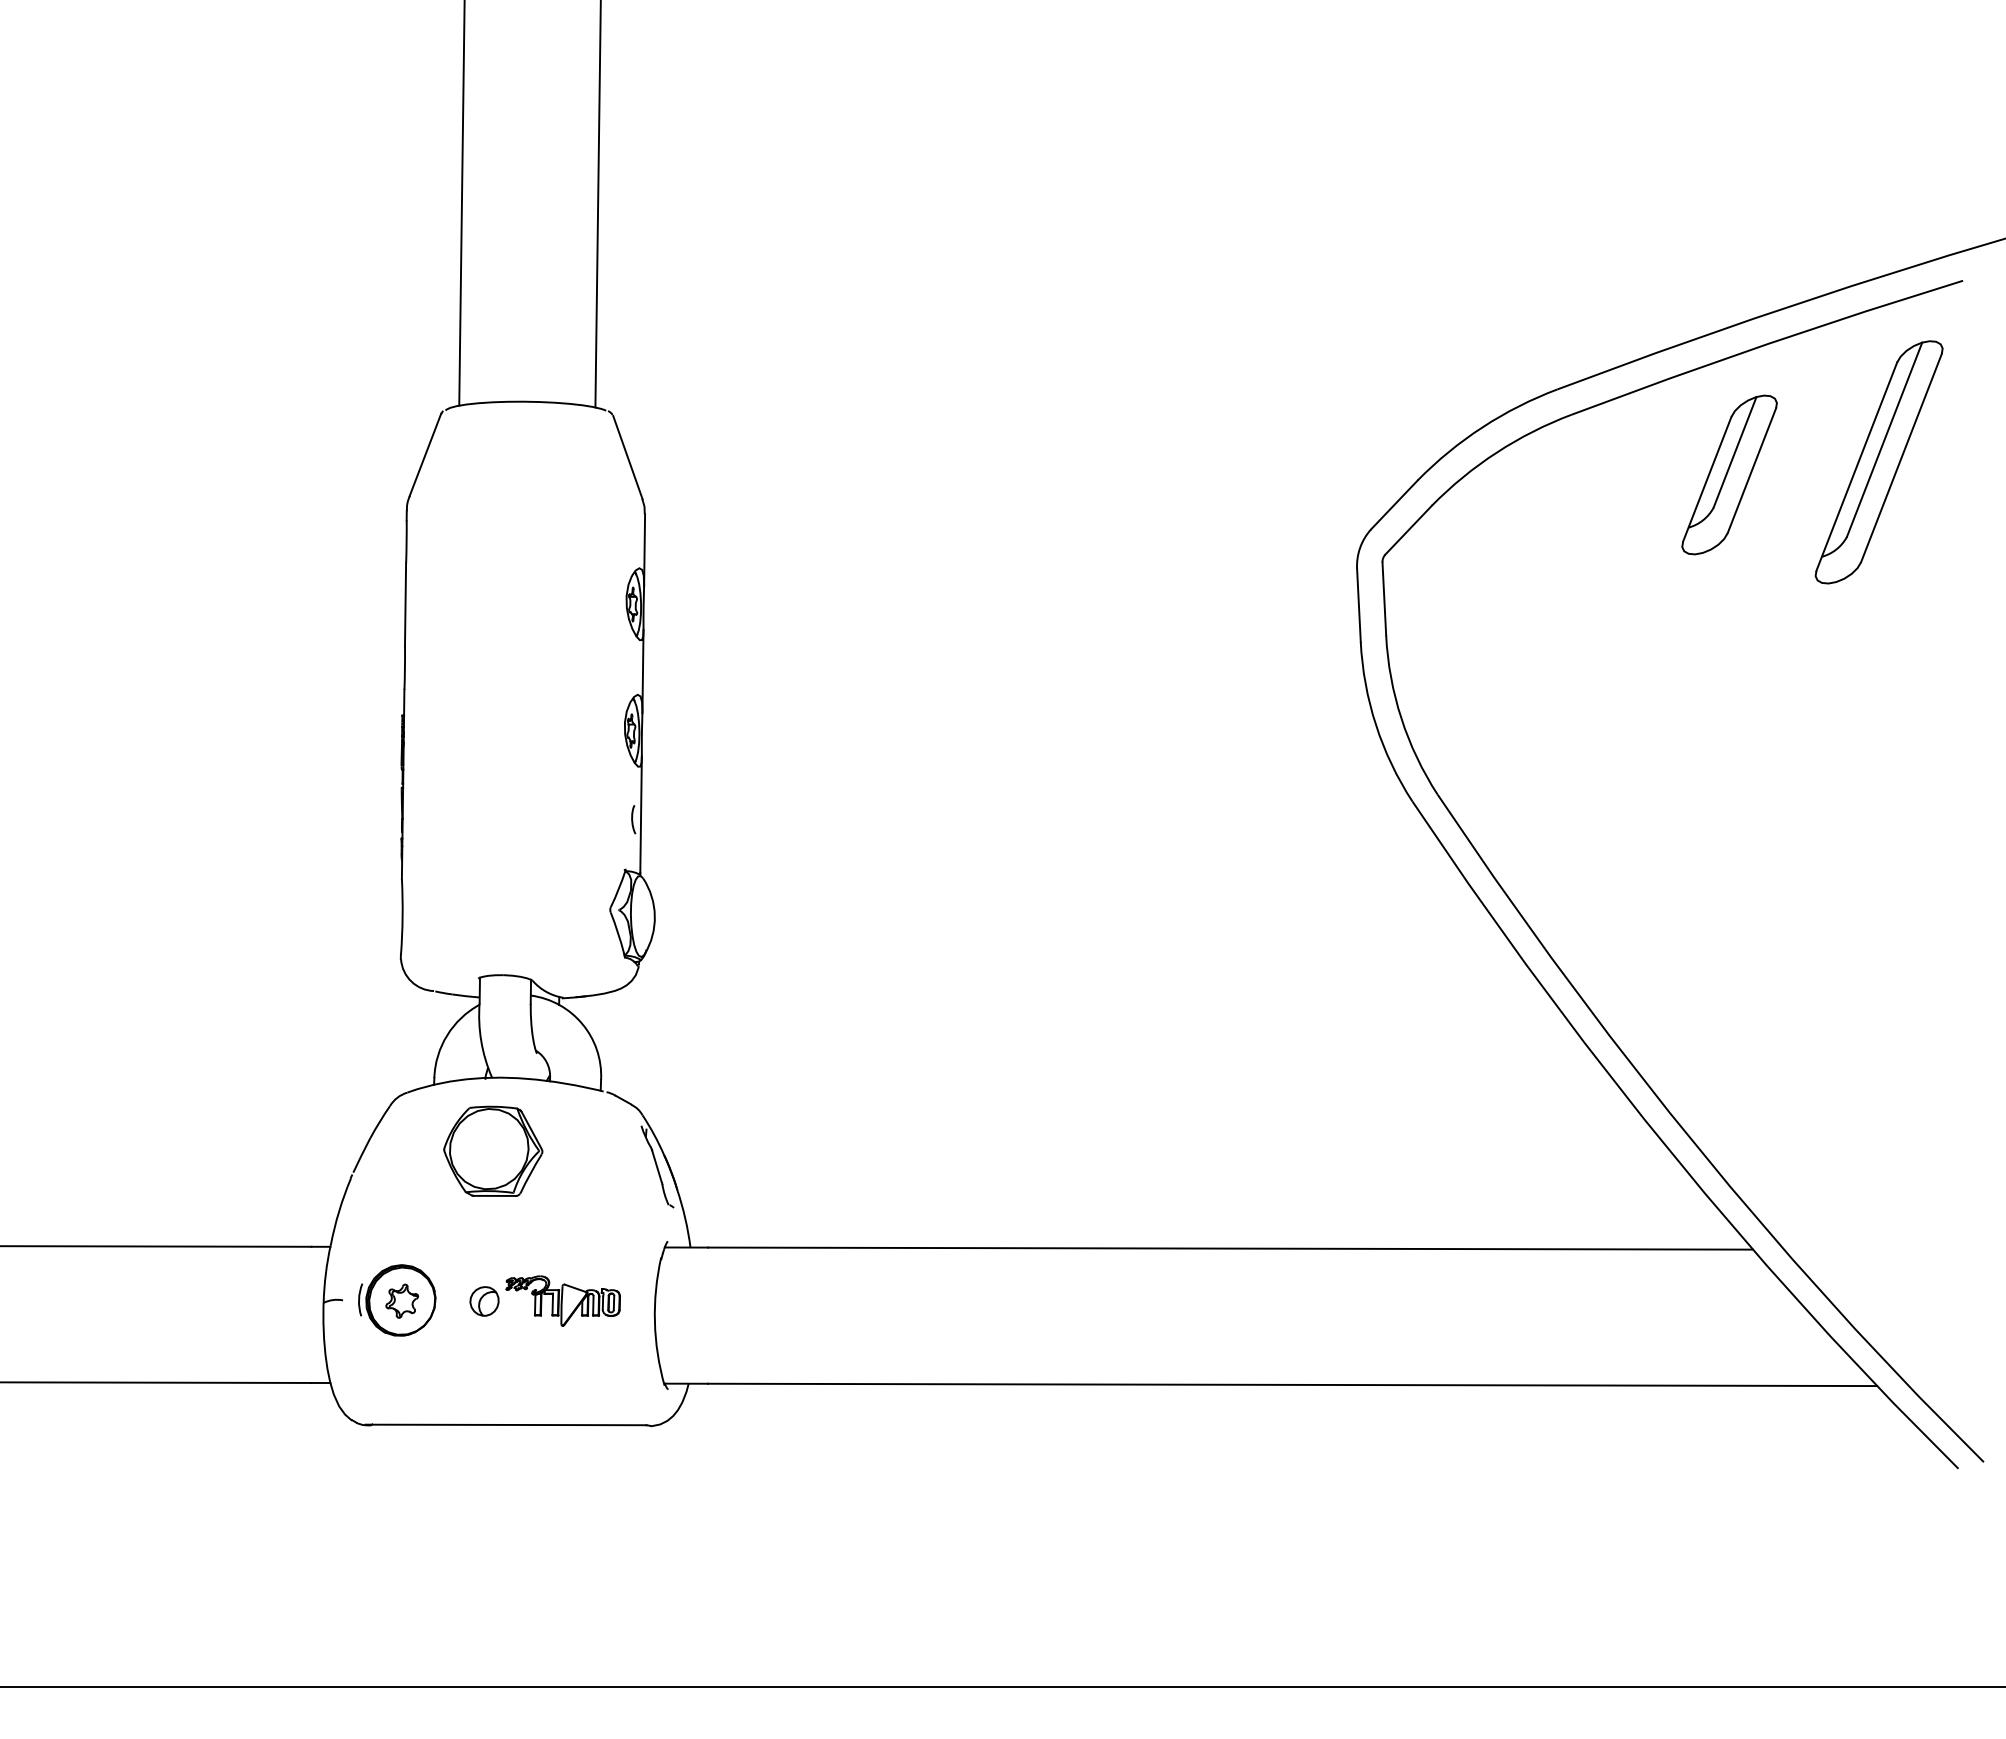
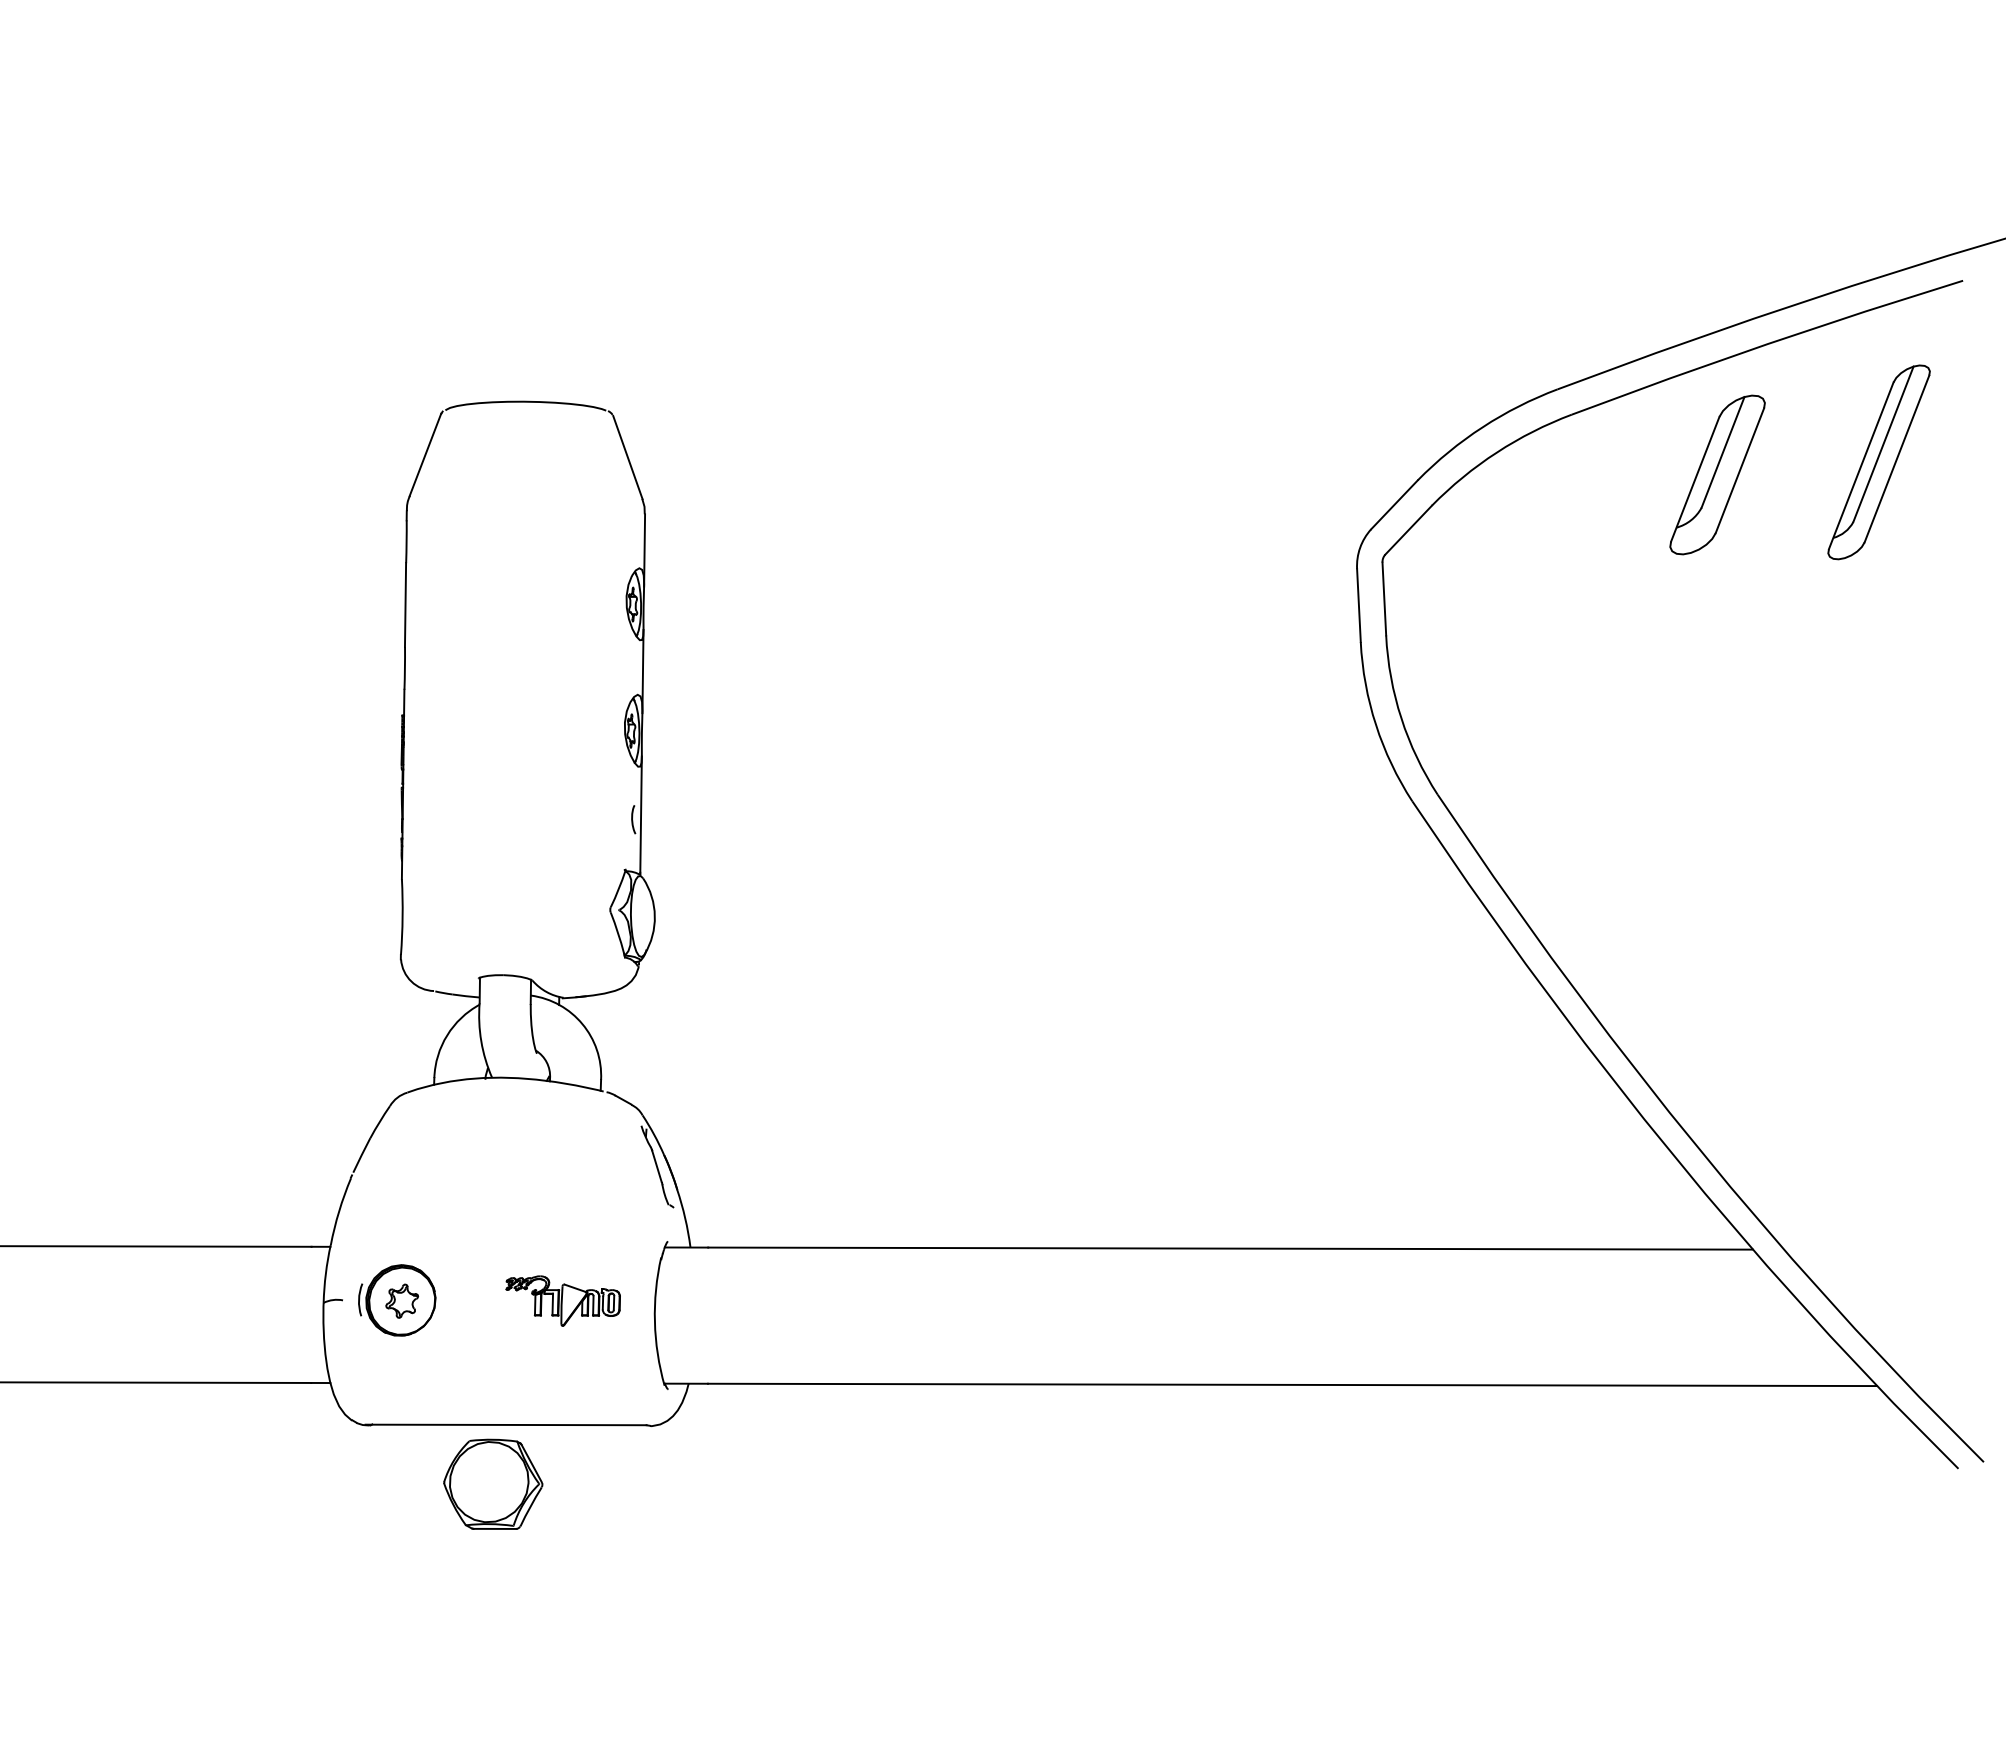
line at (461, 203): present -> none
line at (597, 204): present -> none
part at (1878, 462) size: 130x245 px -> 104x197 px
part at (1729, 474) position: (1729, 474) -> (1717, 474)
part at (493, 1150) position: (493, 1150) -> (493, 1483)
part at (484, 1301): present -> none
line at (1002, 1686): present -> none
